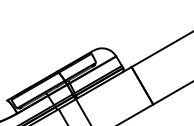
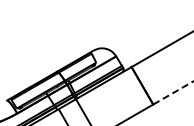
line at (173, 93): solid -> dashed
